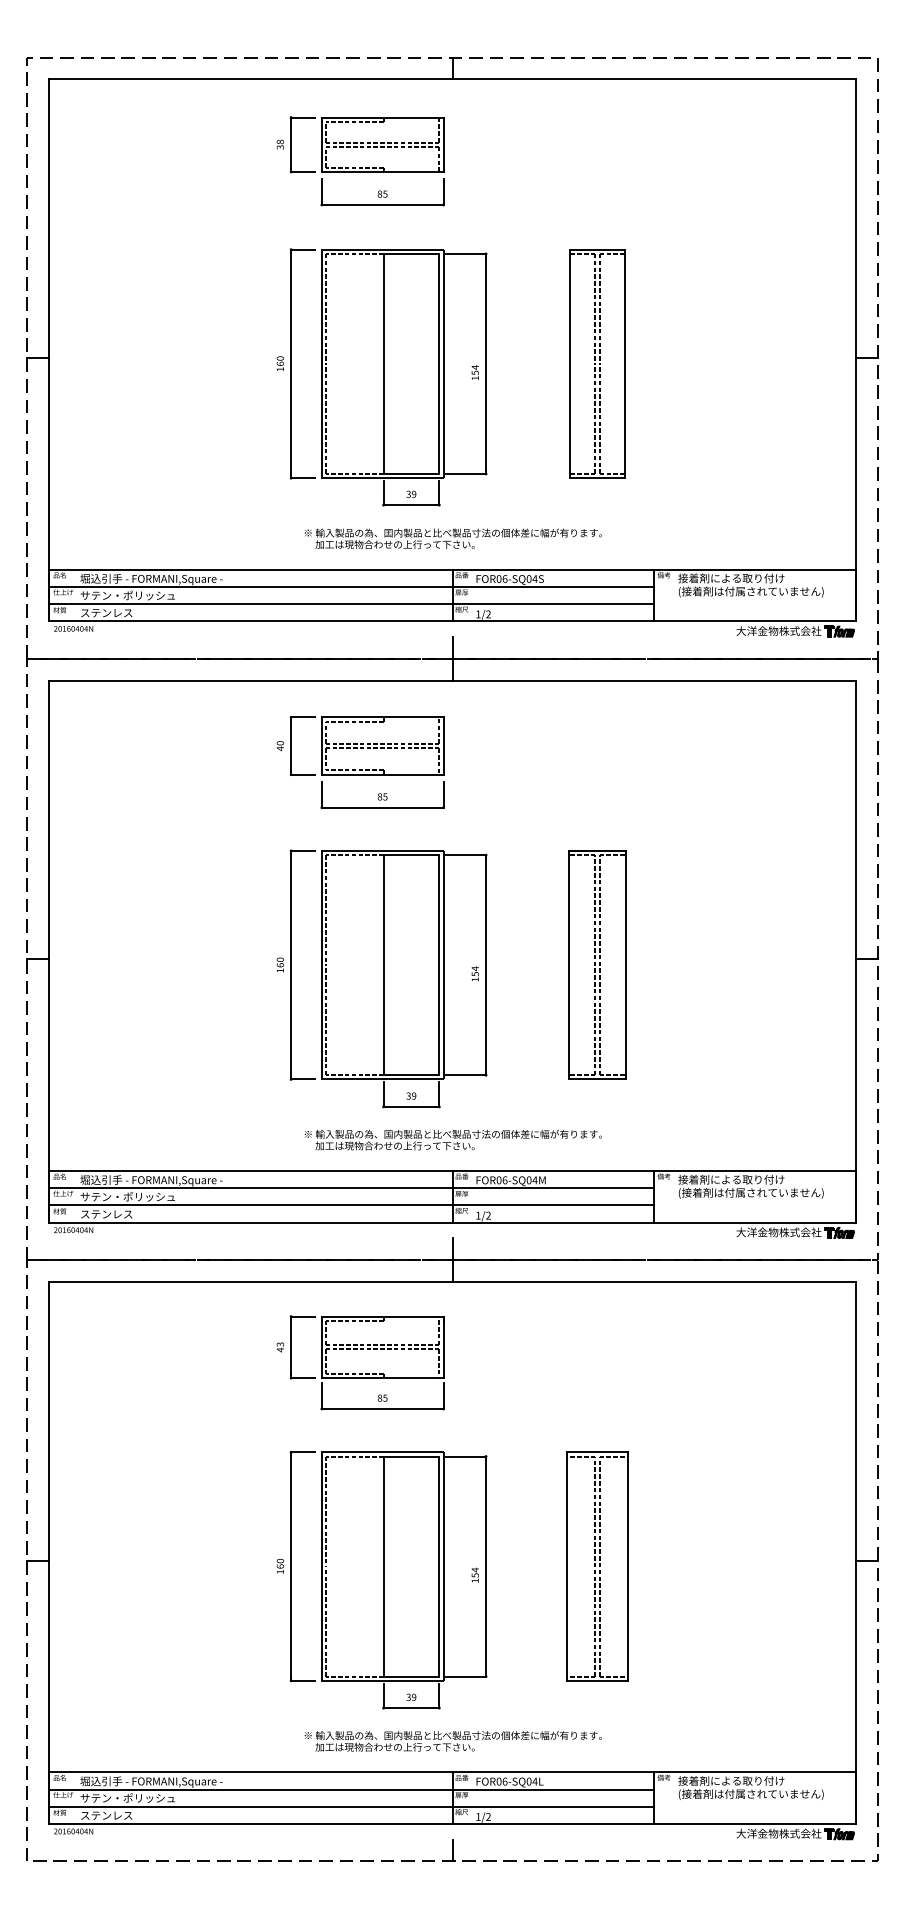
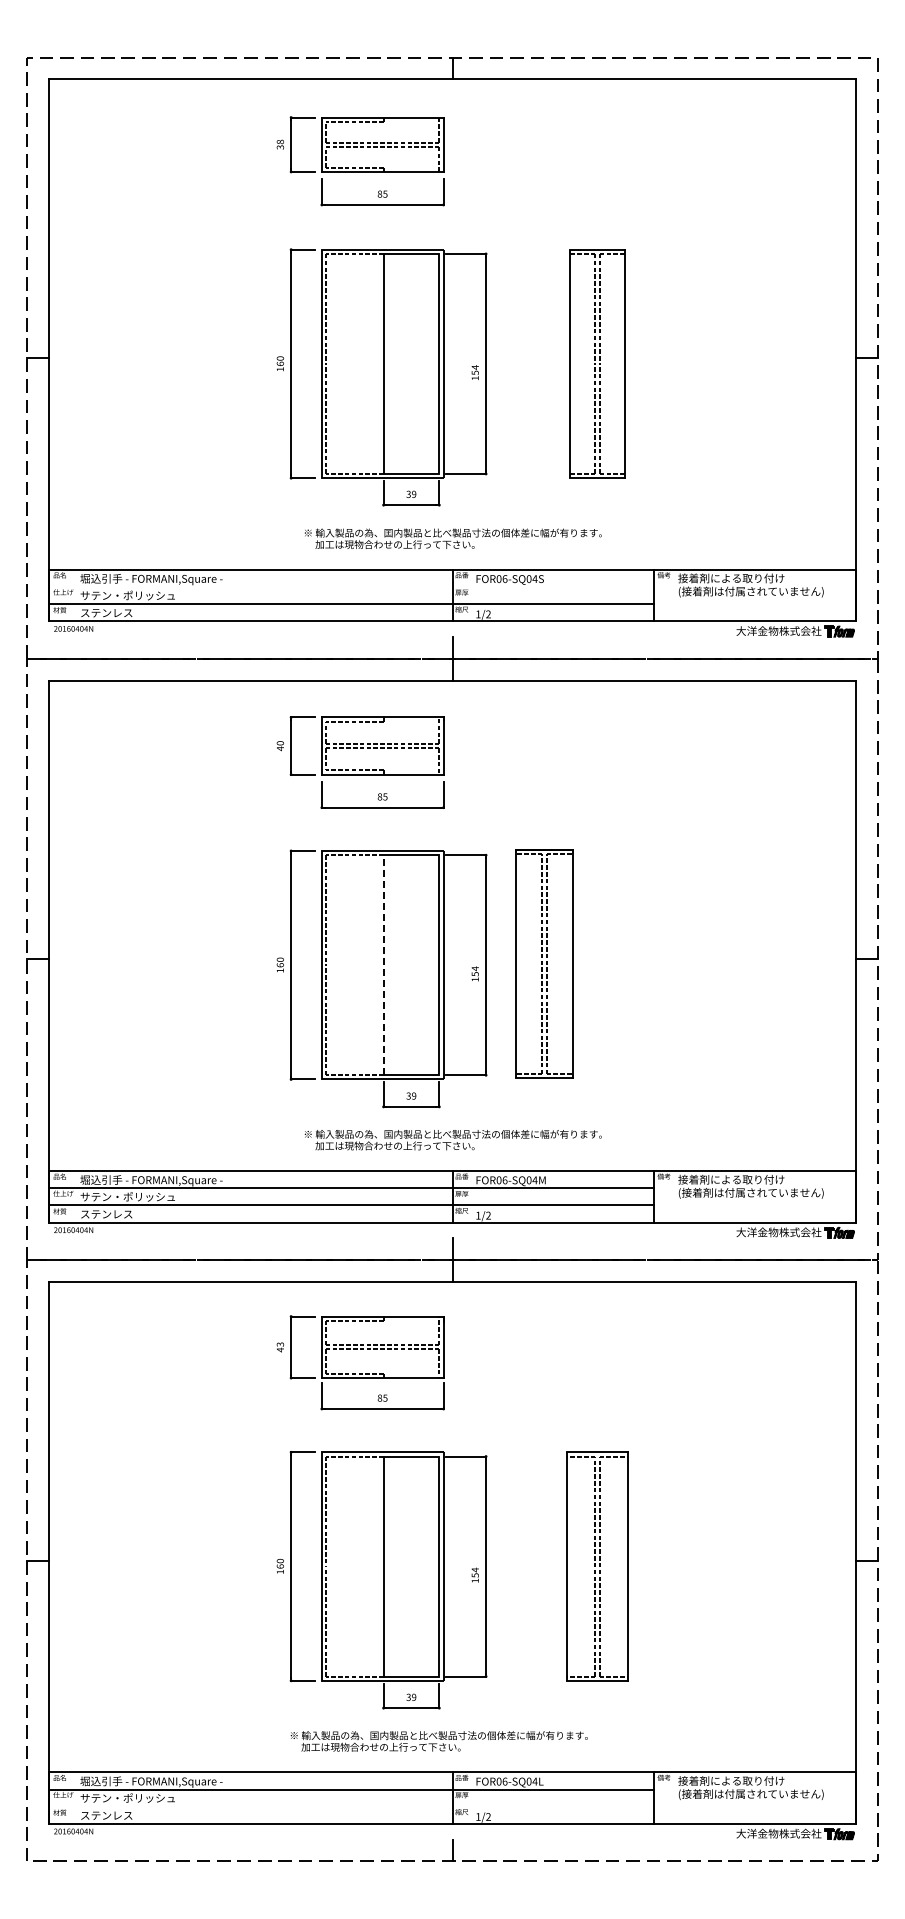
line at (351, 587): present -> none
part at (597, 964) position: (597, 964) -> (544, 963)
line at (383, 965): solid -> dashed
text at (452, 1741) position: (452, 1741) -> (438, 1741)
line at (351, 1806): present -> none
